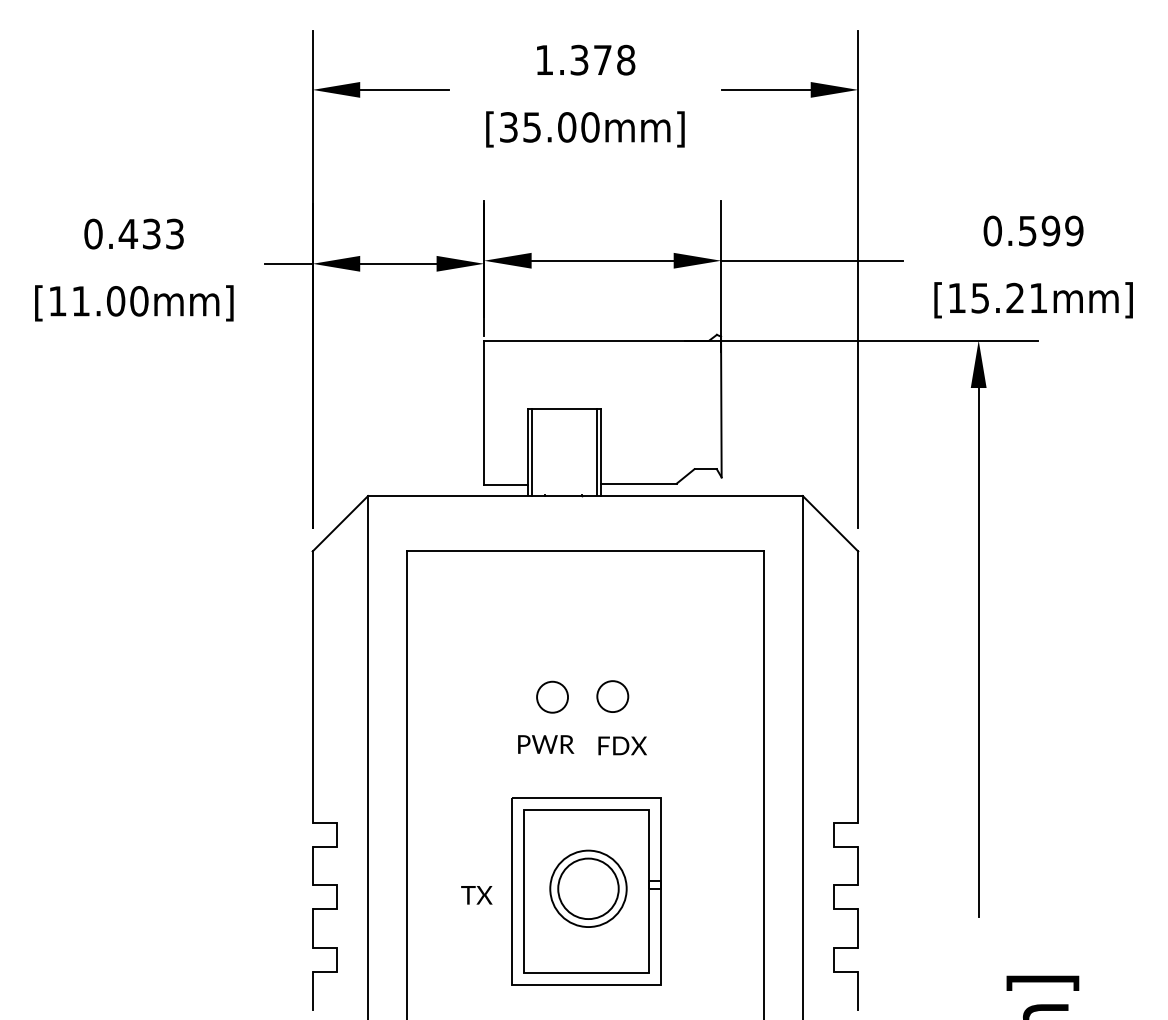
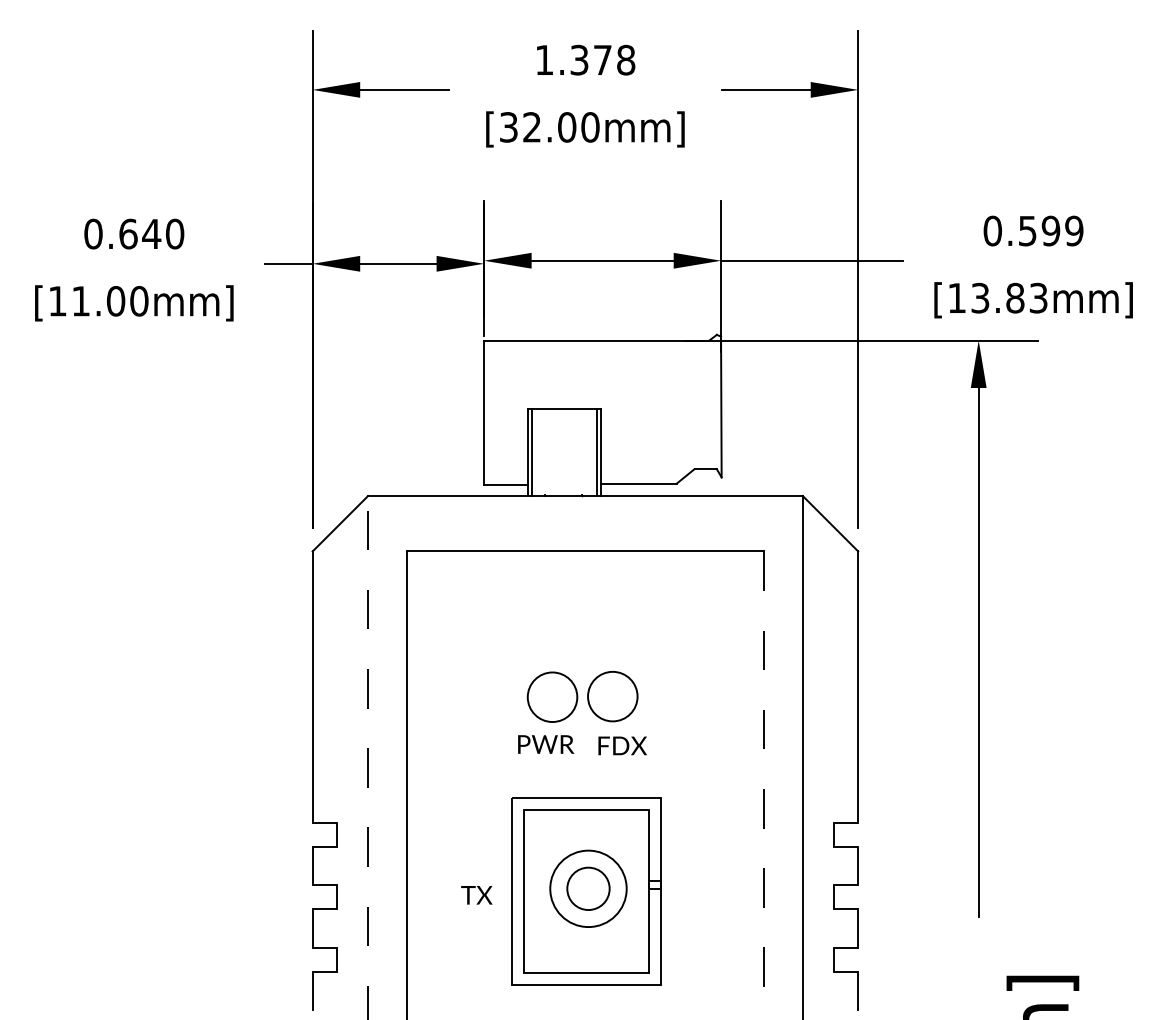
text at (531, 127): [35.00mm] -> [32.00mm]
text at (151, 233): 0.433 -> 0.640
text at (1009, 297): [15.21mm] -> [13.83mm]
circle at (552, 696) diameter: 31 px -> 50 px
circle at (612, 696) diameter: 31 px -> 50 px
line at (368, 758): solid -> dashed
line at (764, 785): solid -> dashed
circle at (588, 888) diameter: 61 px -> 42 px
